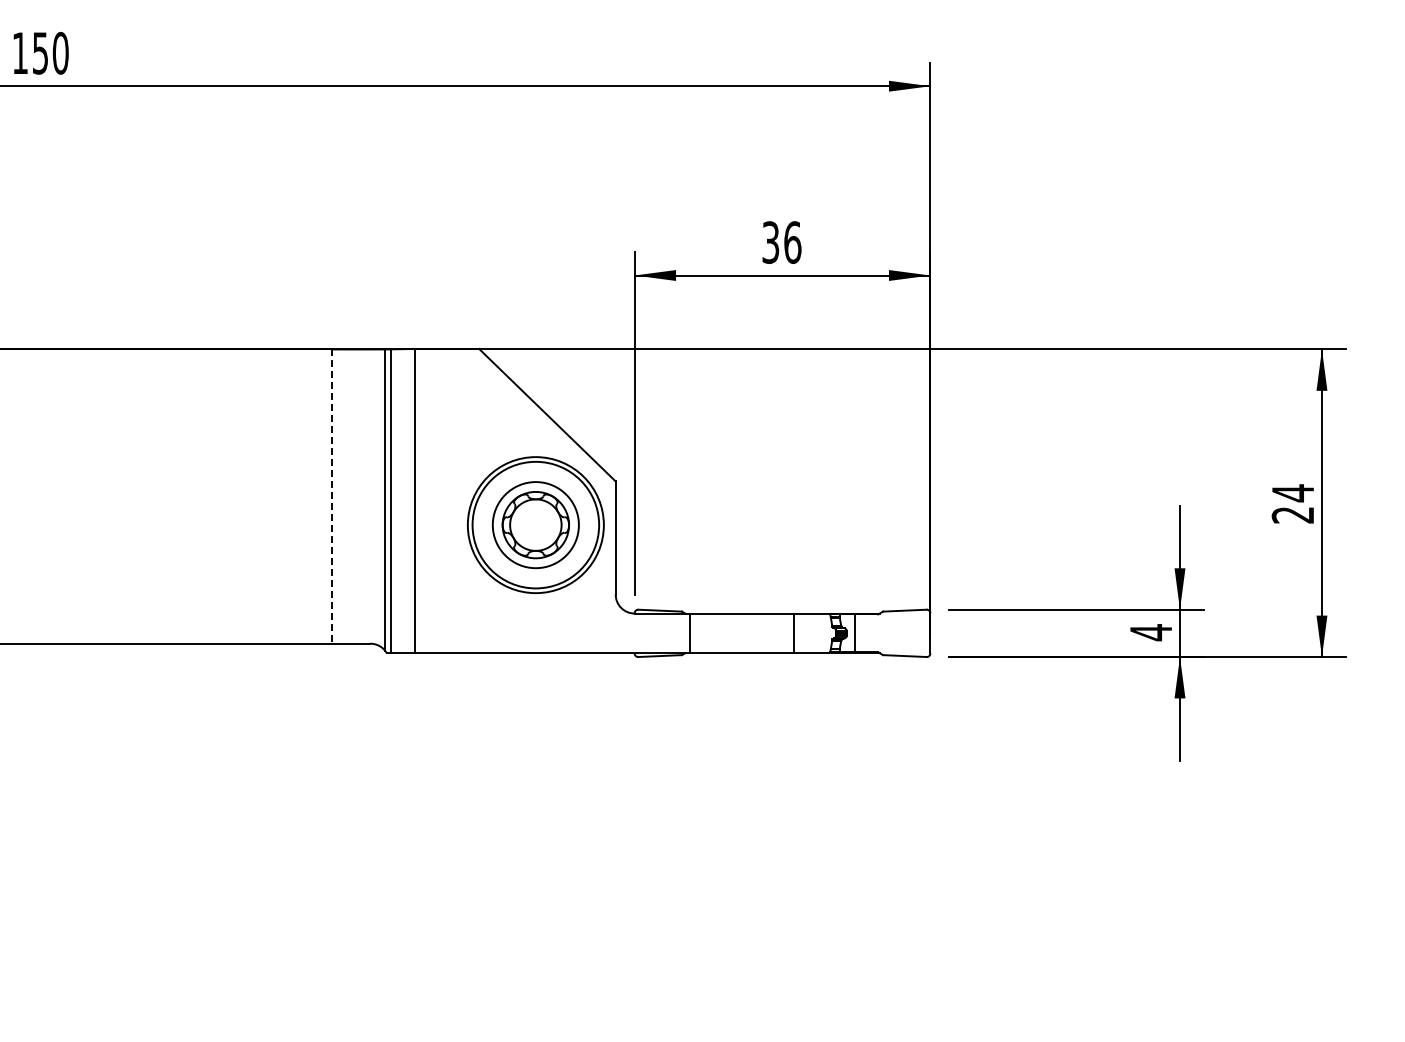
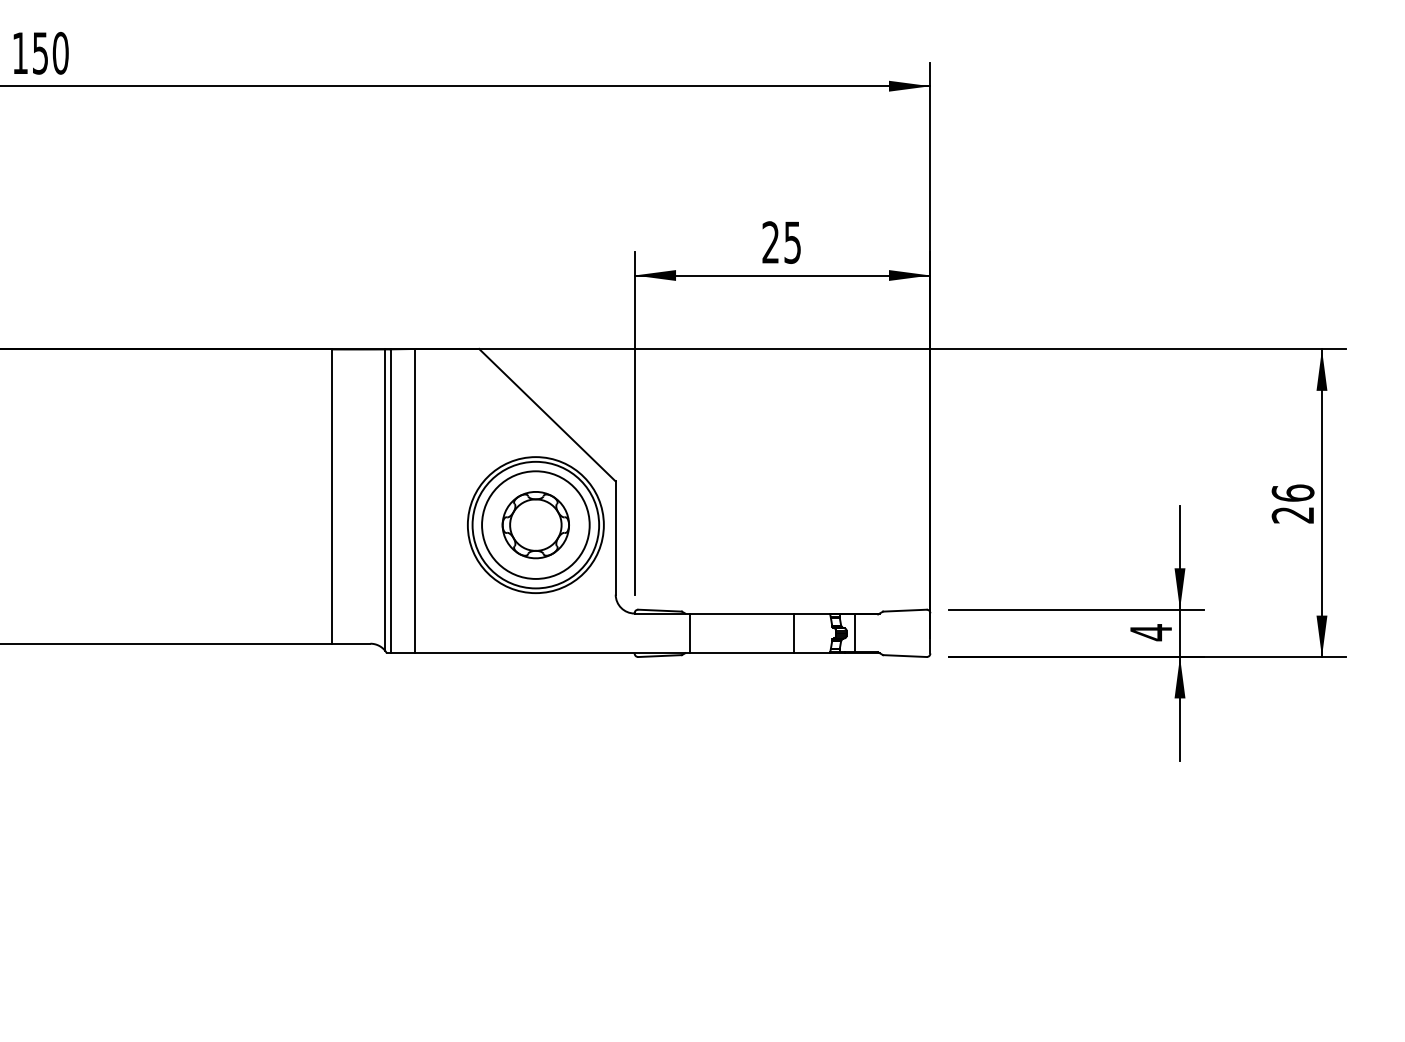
text at (781, 242): 36 -> 25
text at (1292, 493): 24 -> 26
line at (332, 497): dashed -> solid
circle at (535, 525) diameter: 86 px -> 108 px
